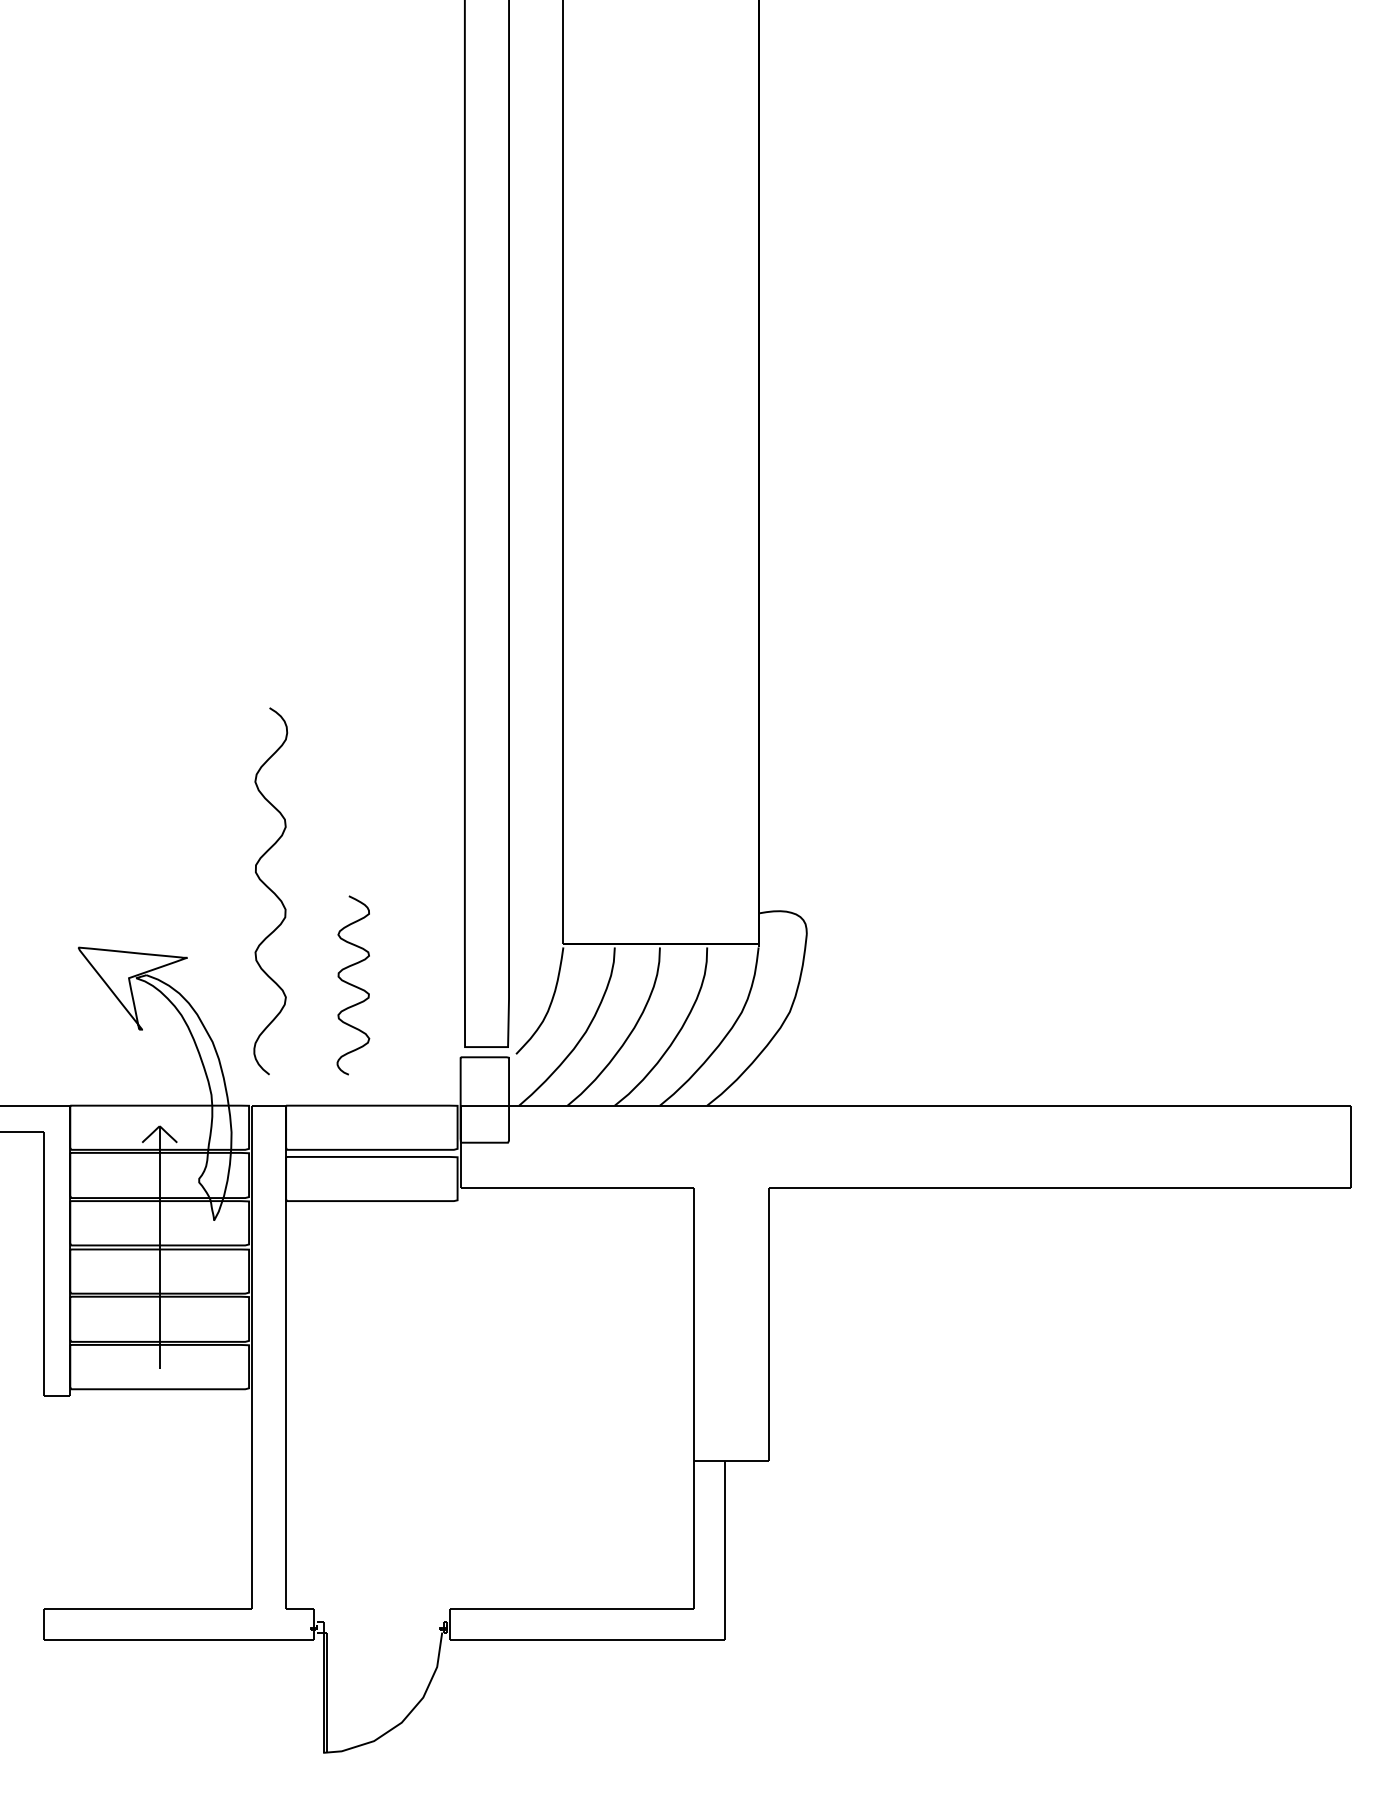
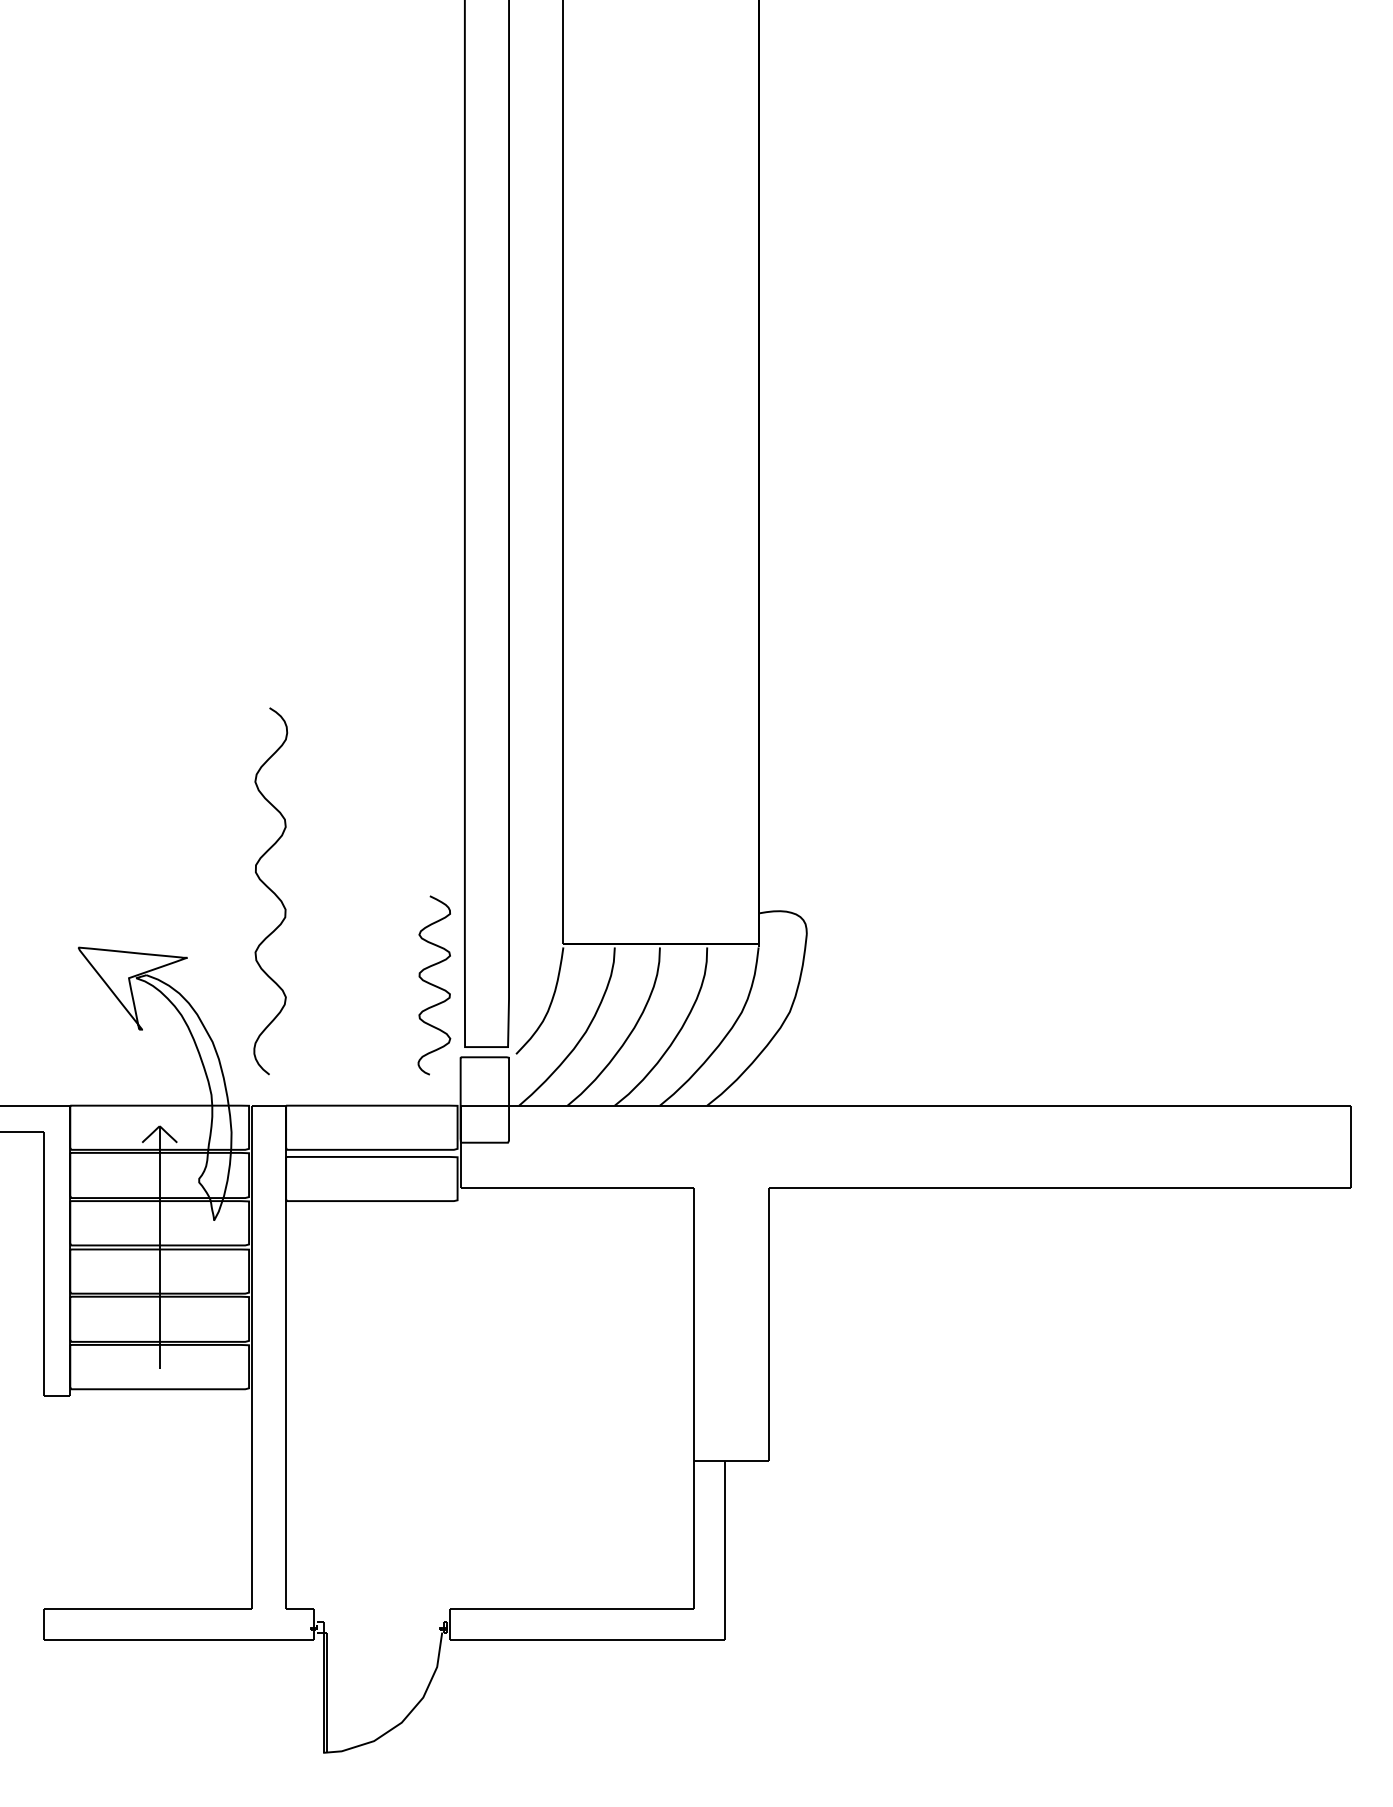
curve at (353, 985) position: (353, 985) -> (434, 985)
